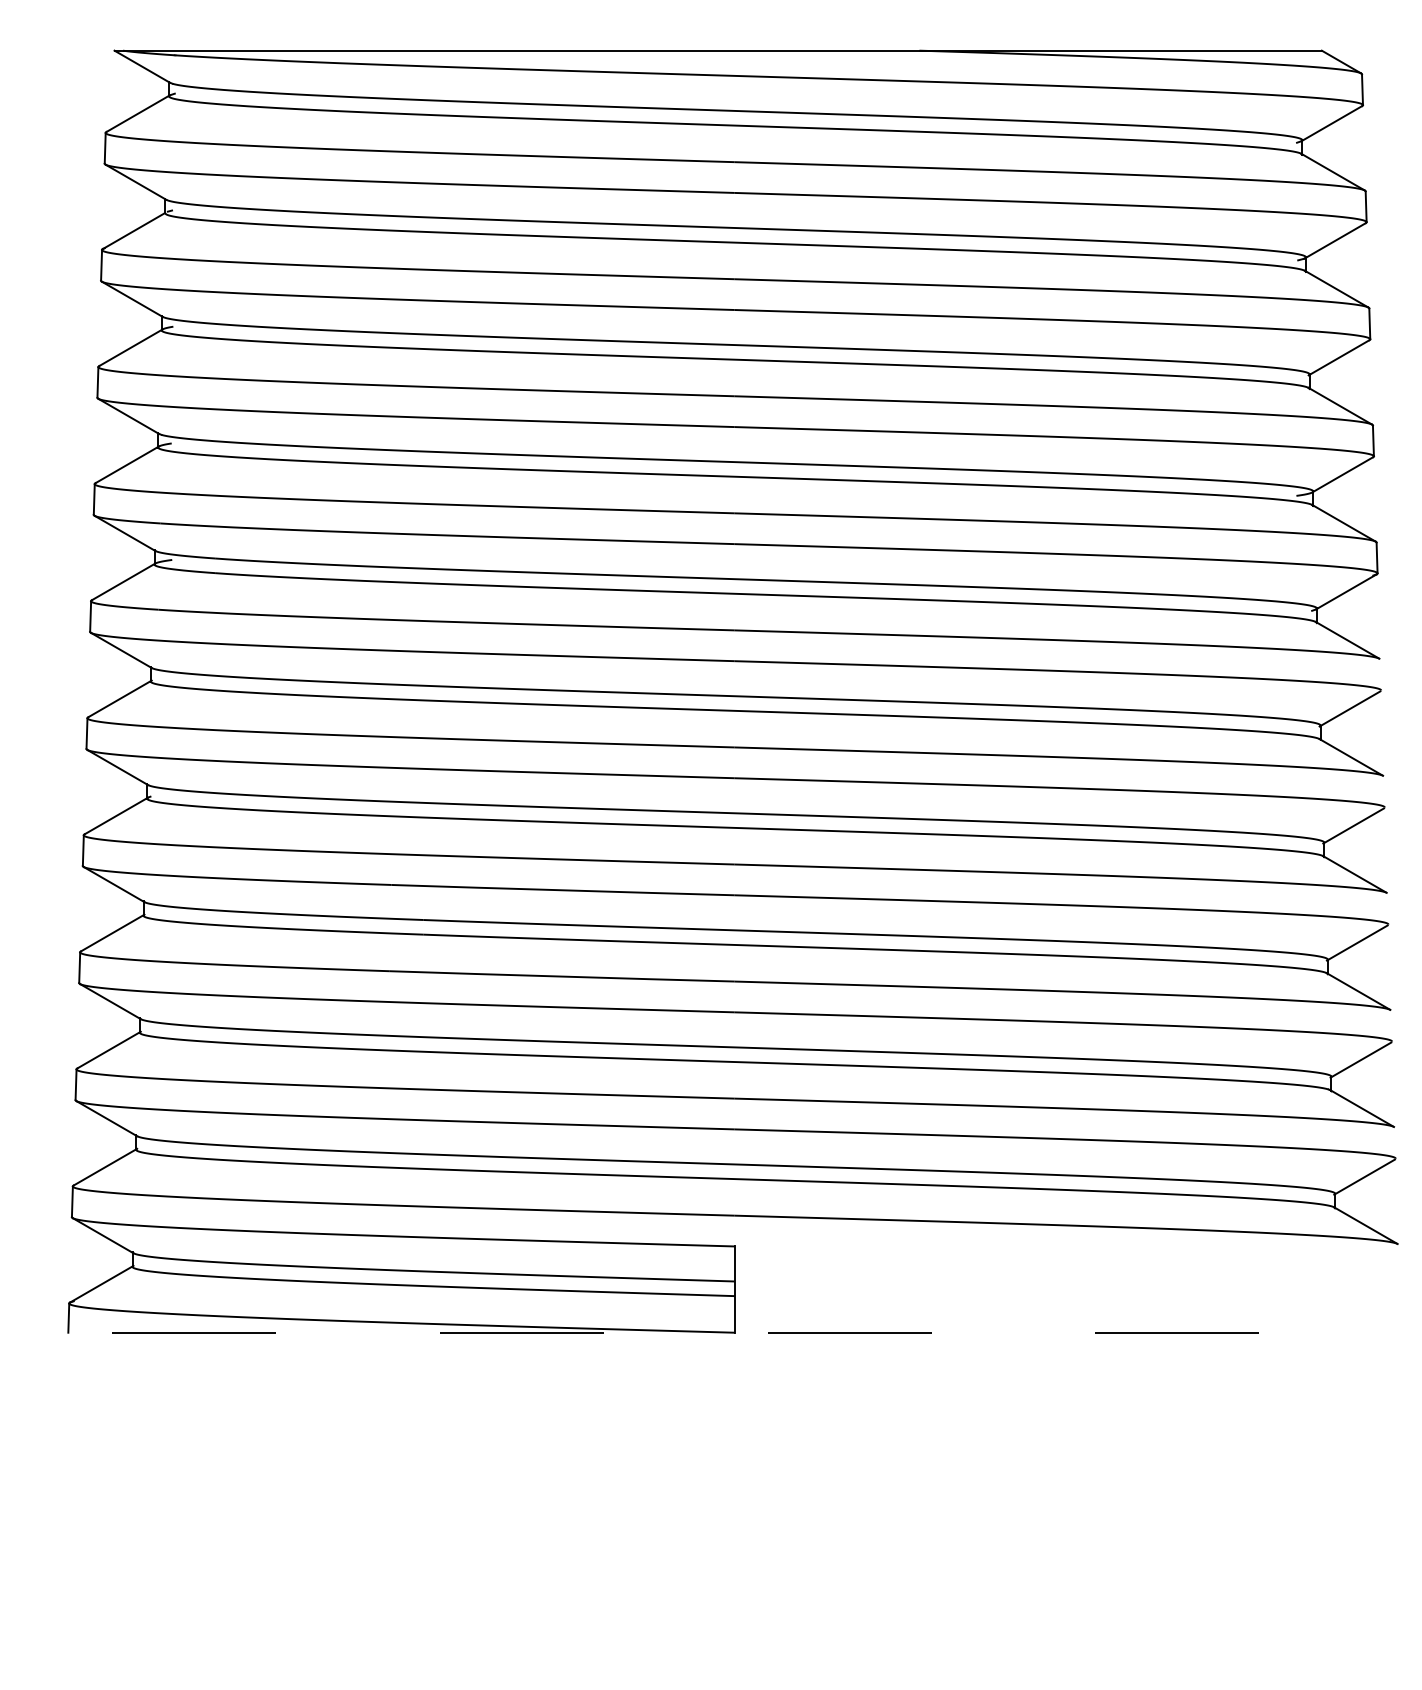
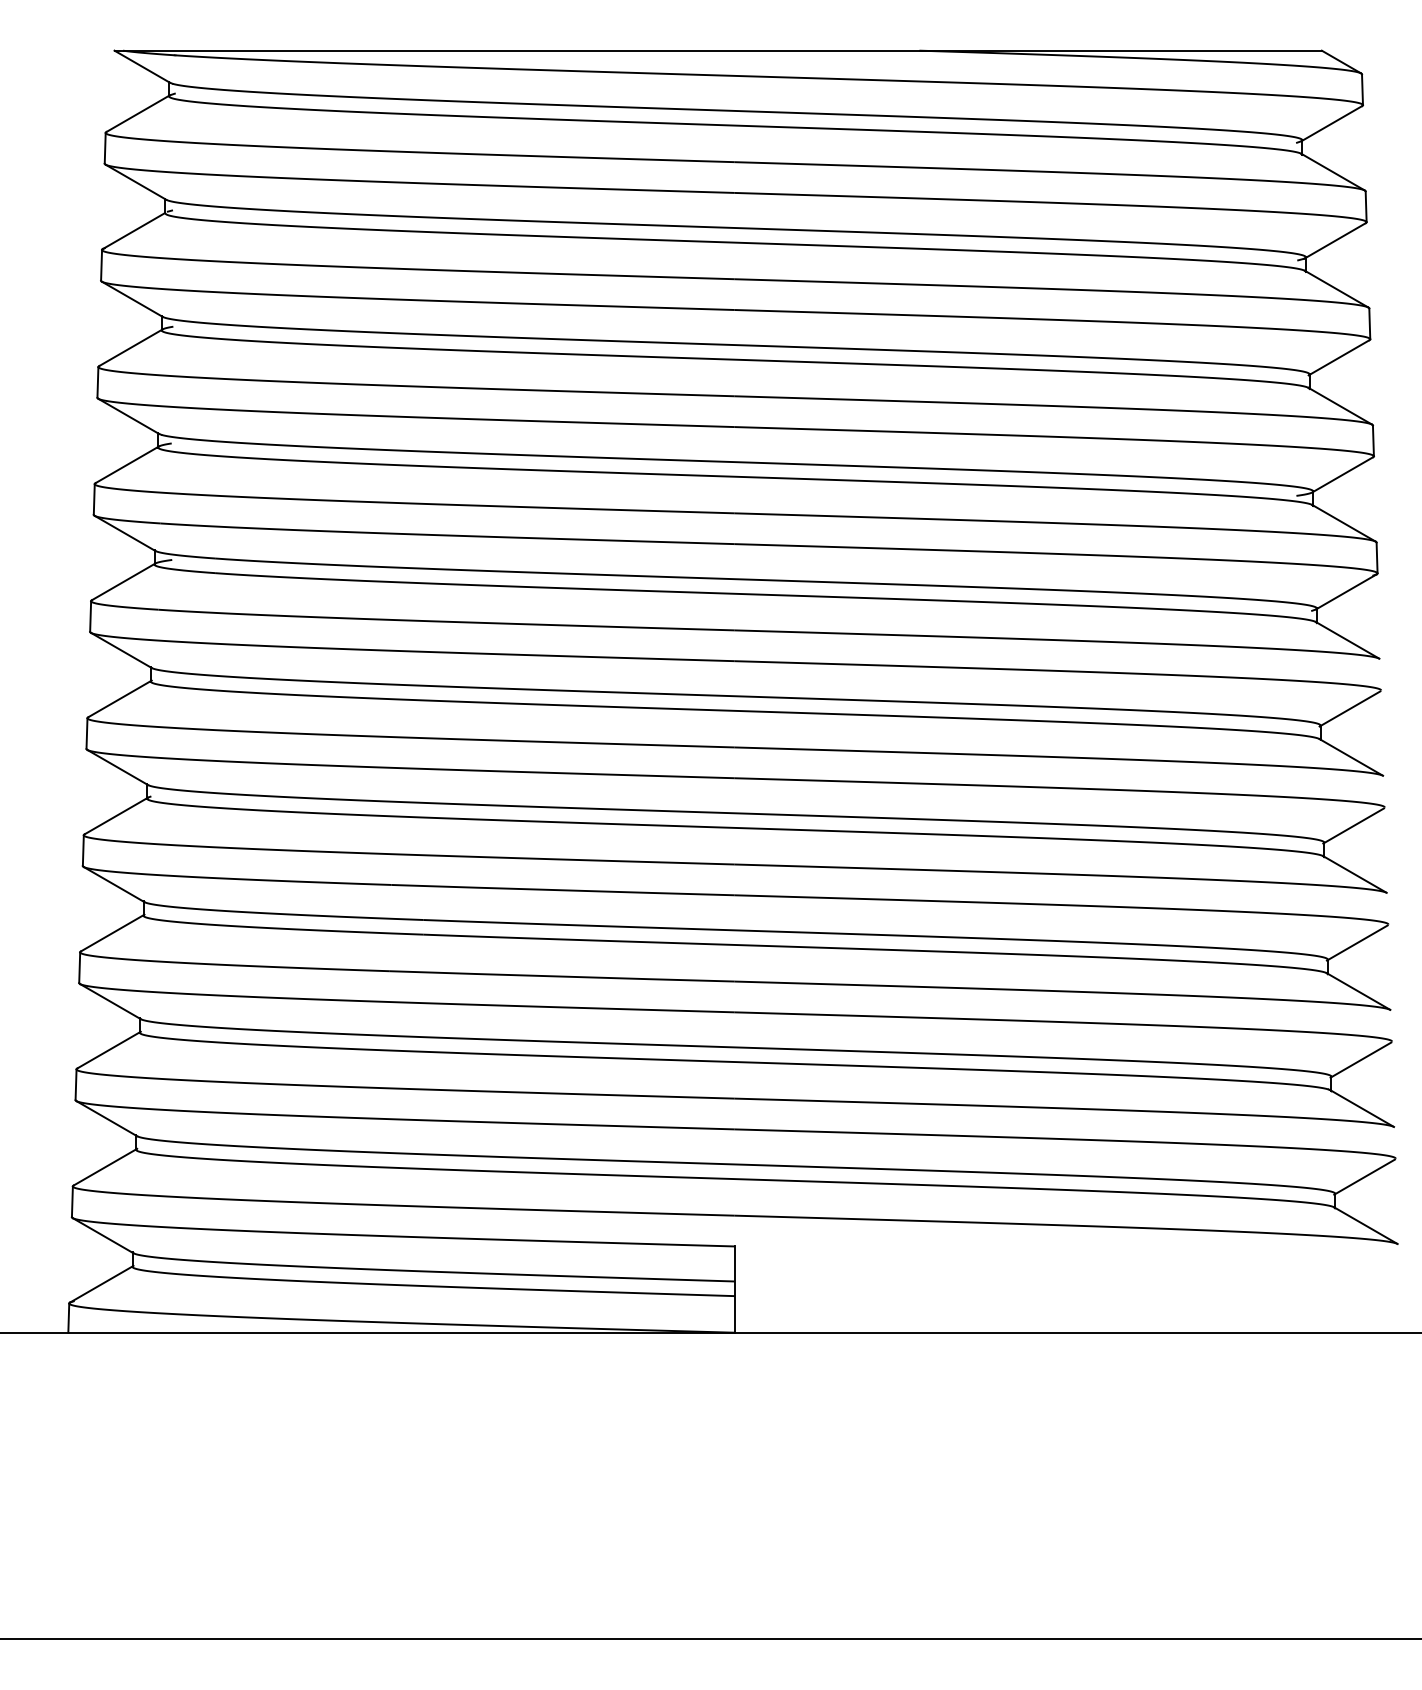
line at (711, 1332): dashed -> solid
line at (710, 1639): none -> present
